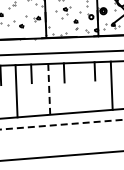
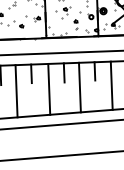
line at (79, 87): none -> present
line at (49, 89): dashed -> solid
line at (62, 124): dashed -> solid
